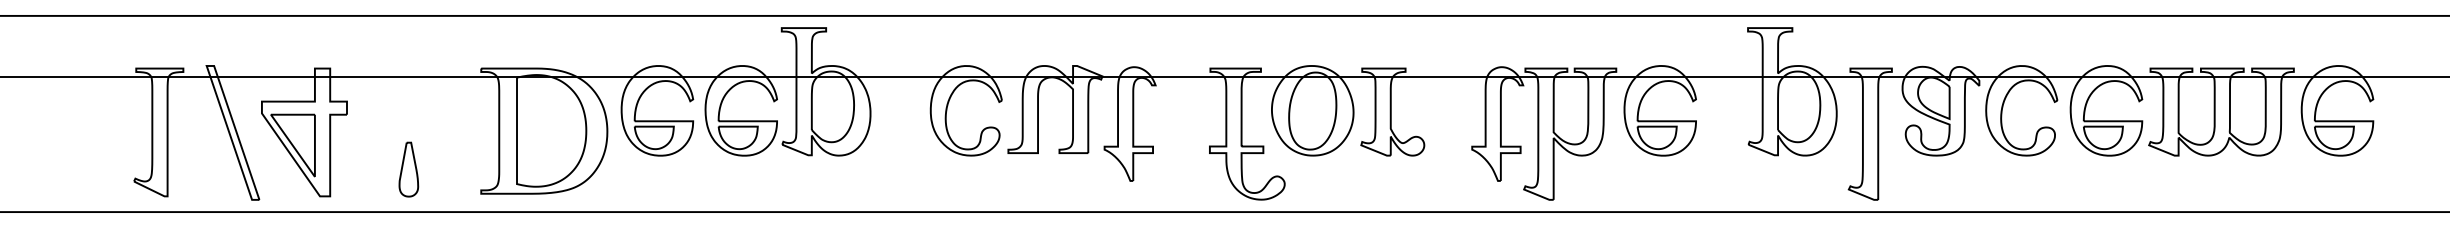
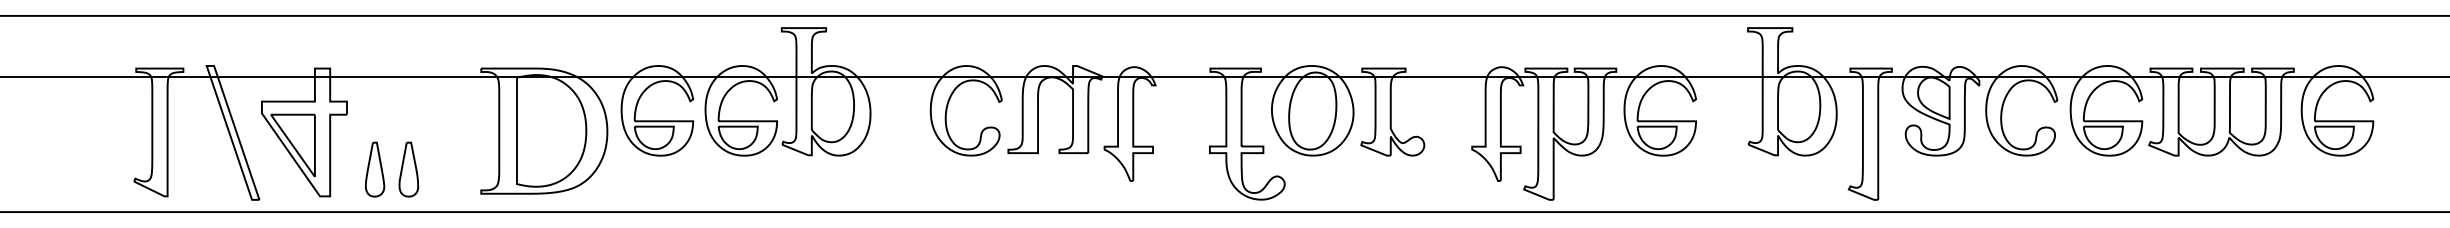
part at (375, 169): none -> present
